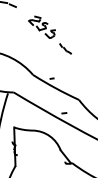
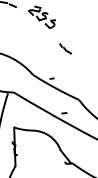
part at (41, 26) position: (41, 26) -> (41, 16)
